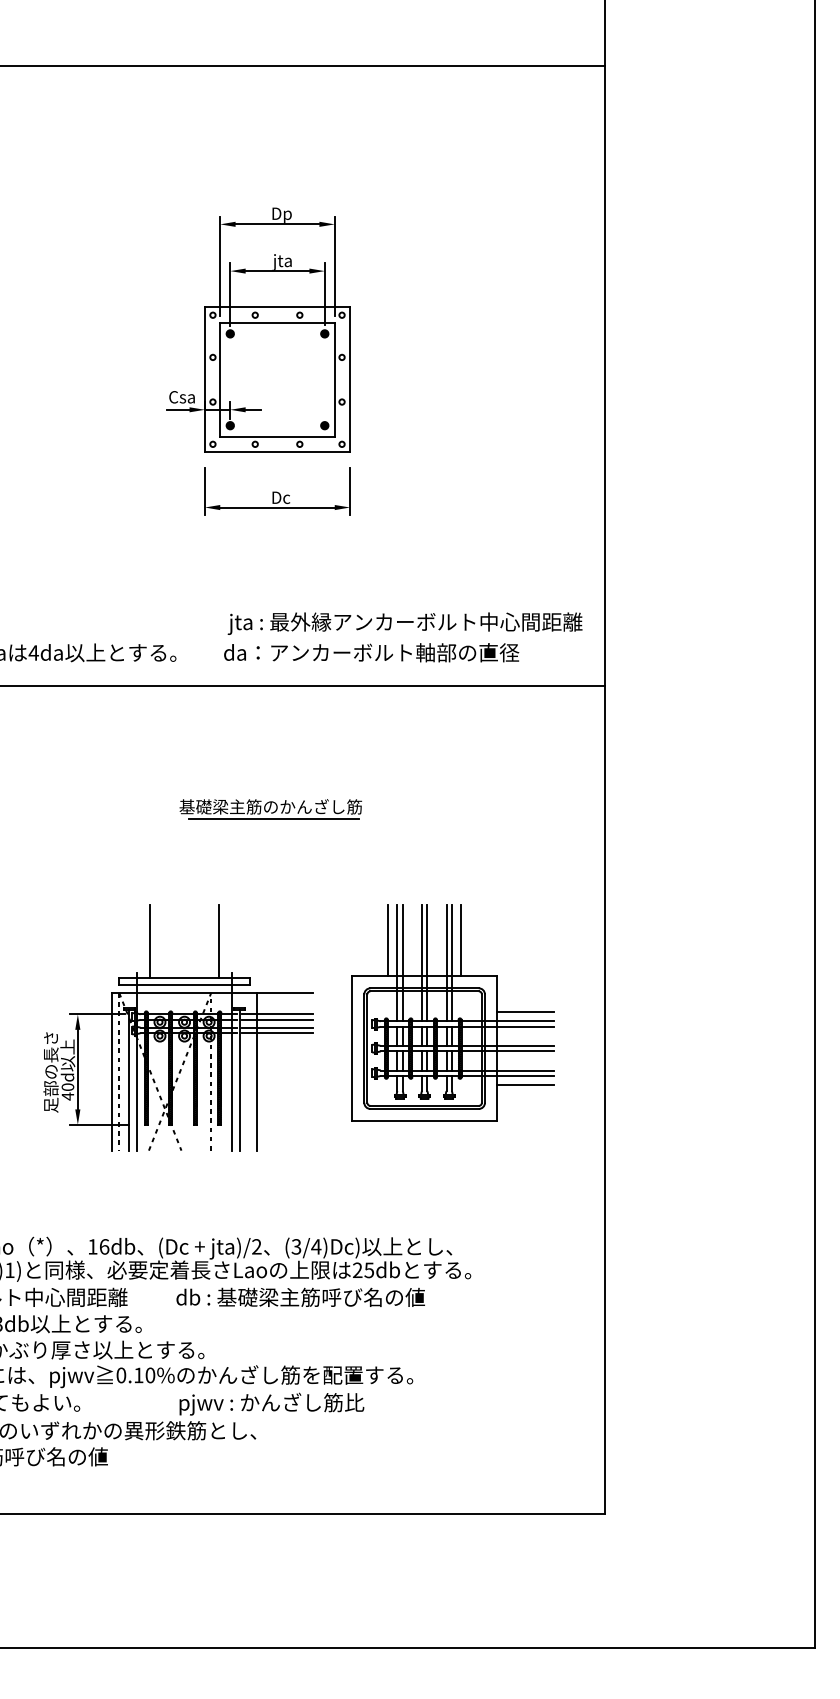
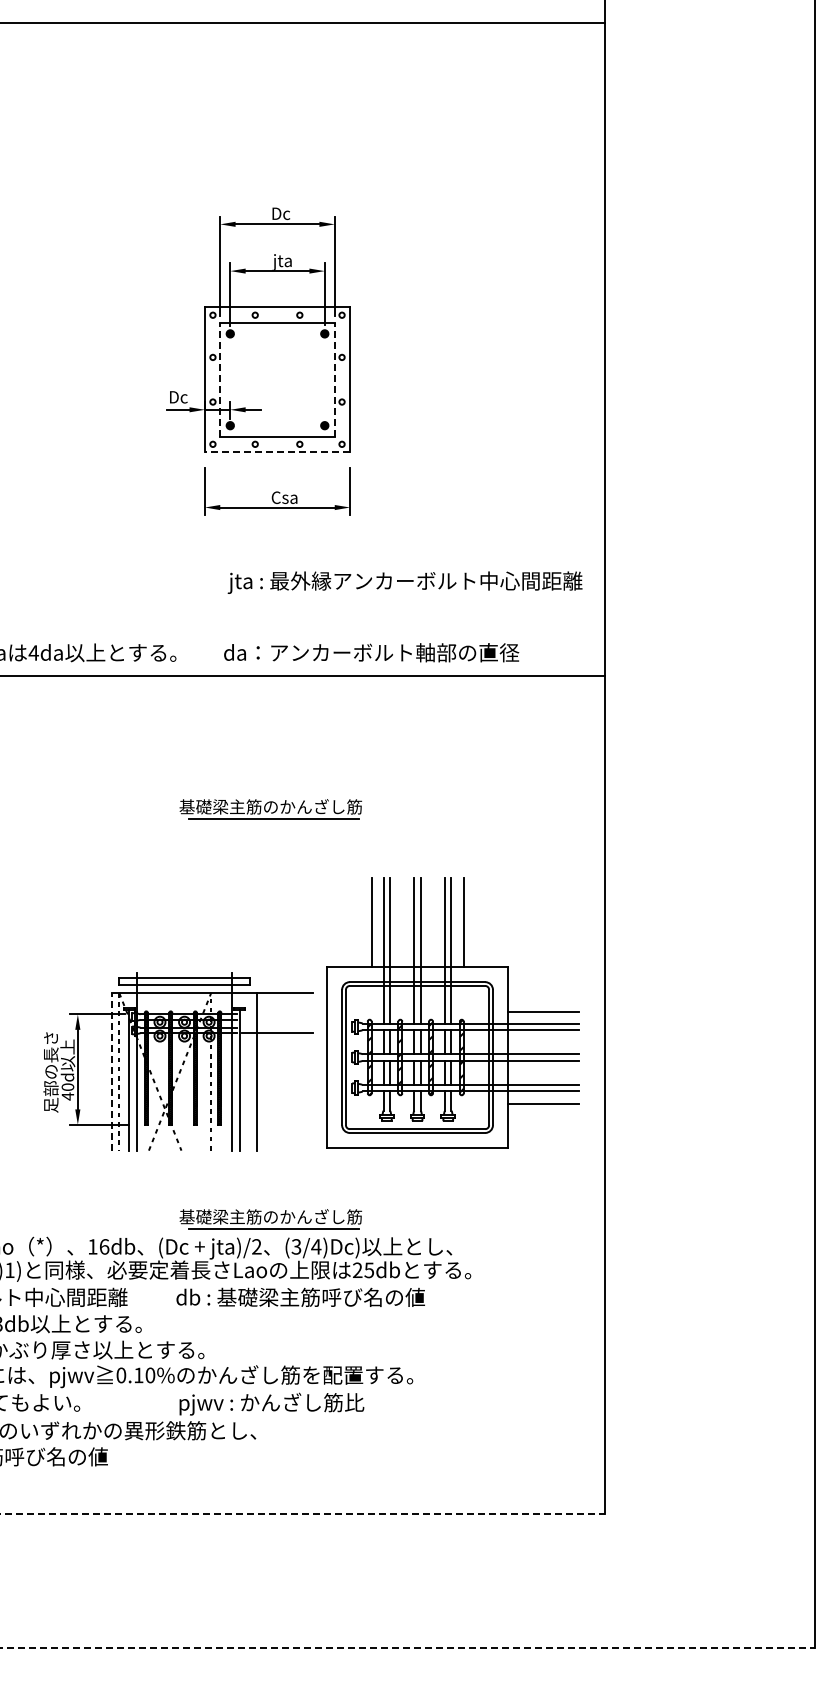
line at (303, 66) position: (303, 66) -> (303, 23)
text at (287, 216): Dp -> Dc
line at (220, 379): solid -> dashed
line at (334, 379): solid -> dashed
text at (181, 397): Csa -> Dc
line at (277, 452): solid -> dashed
text at (284, 497): Dc -> Csa
text at (404, 623) position: (404, 623) -> (404, 582)
line at (303, 685) position: (303, 685) -> (303, 675)
line at (150, 940): present -> none
line at (219, 940): present -> none
part at (452, 1012) size: 204x218 px -> 254x272 px
line at (277, 1014): present -> none
line at (277, 1019): present -> none
line at (277, 1027): present -> none
line at (111, 1071): solid -> dashed
part at (270, 1219): none -> present
line at (302, 1514): solid -> dashed
line at (407, 1648): solid -> dashed
